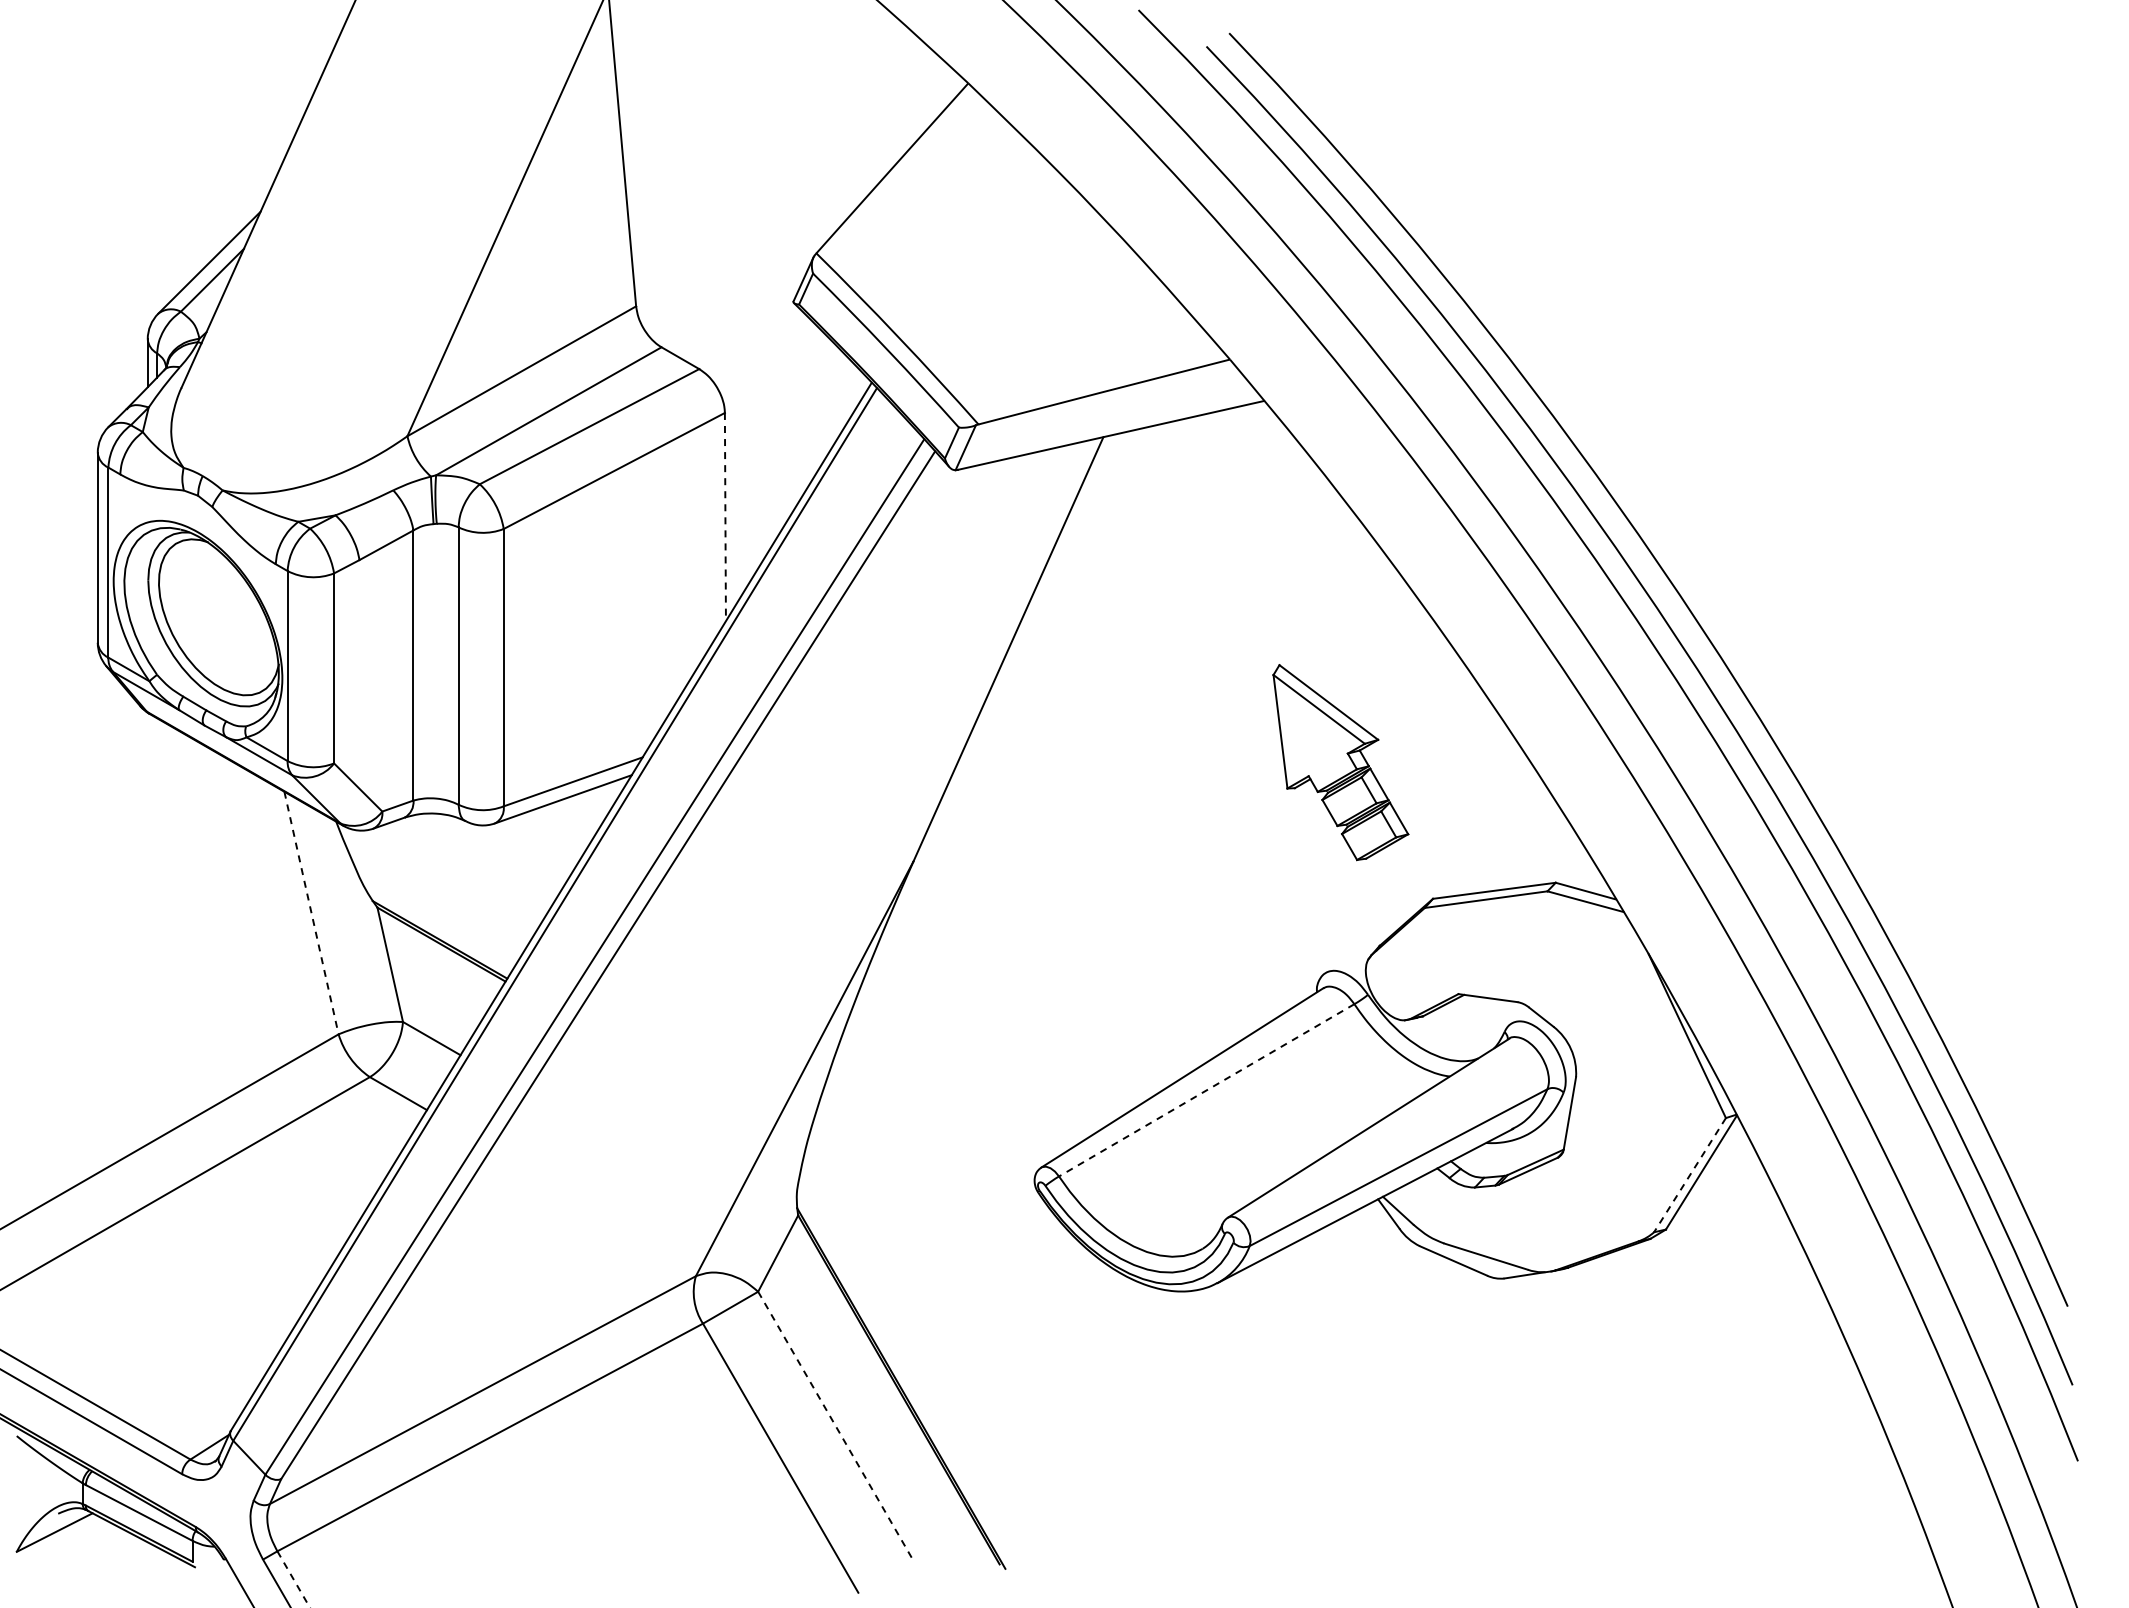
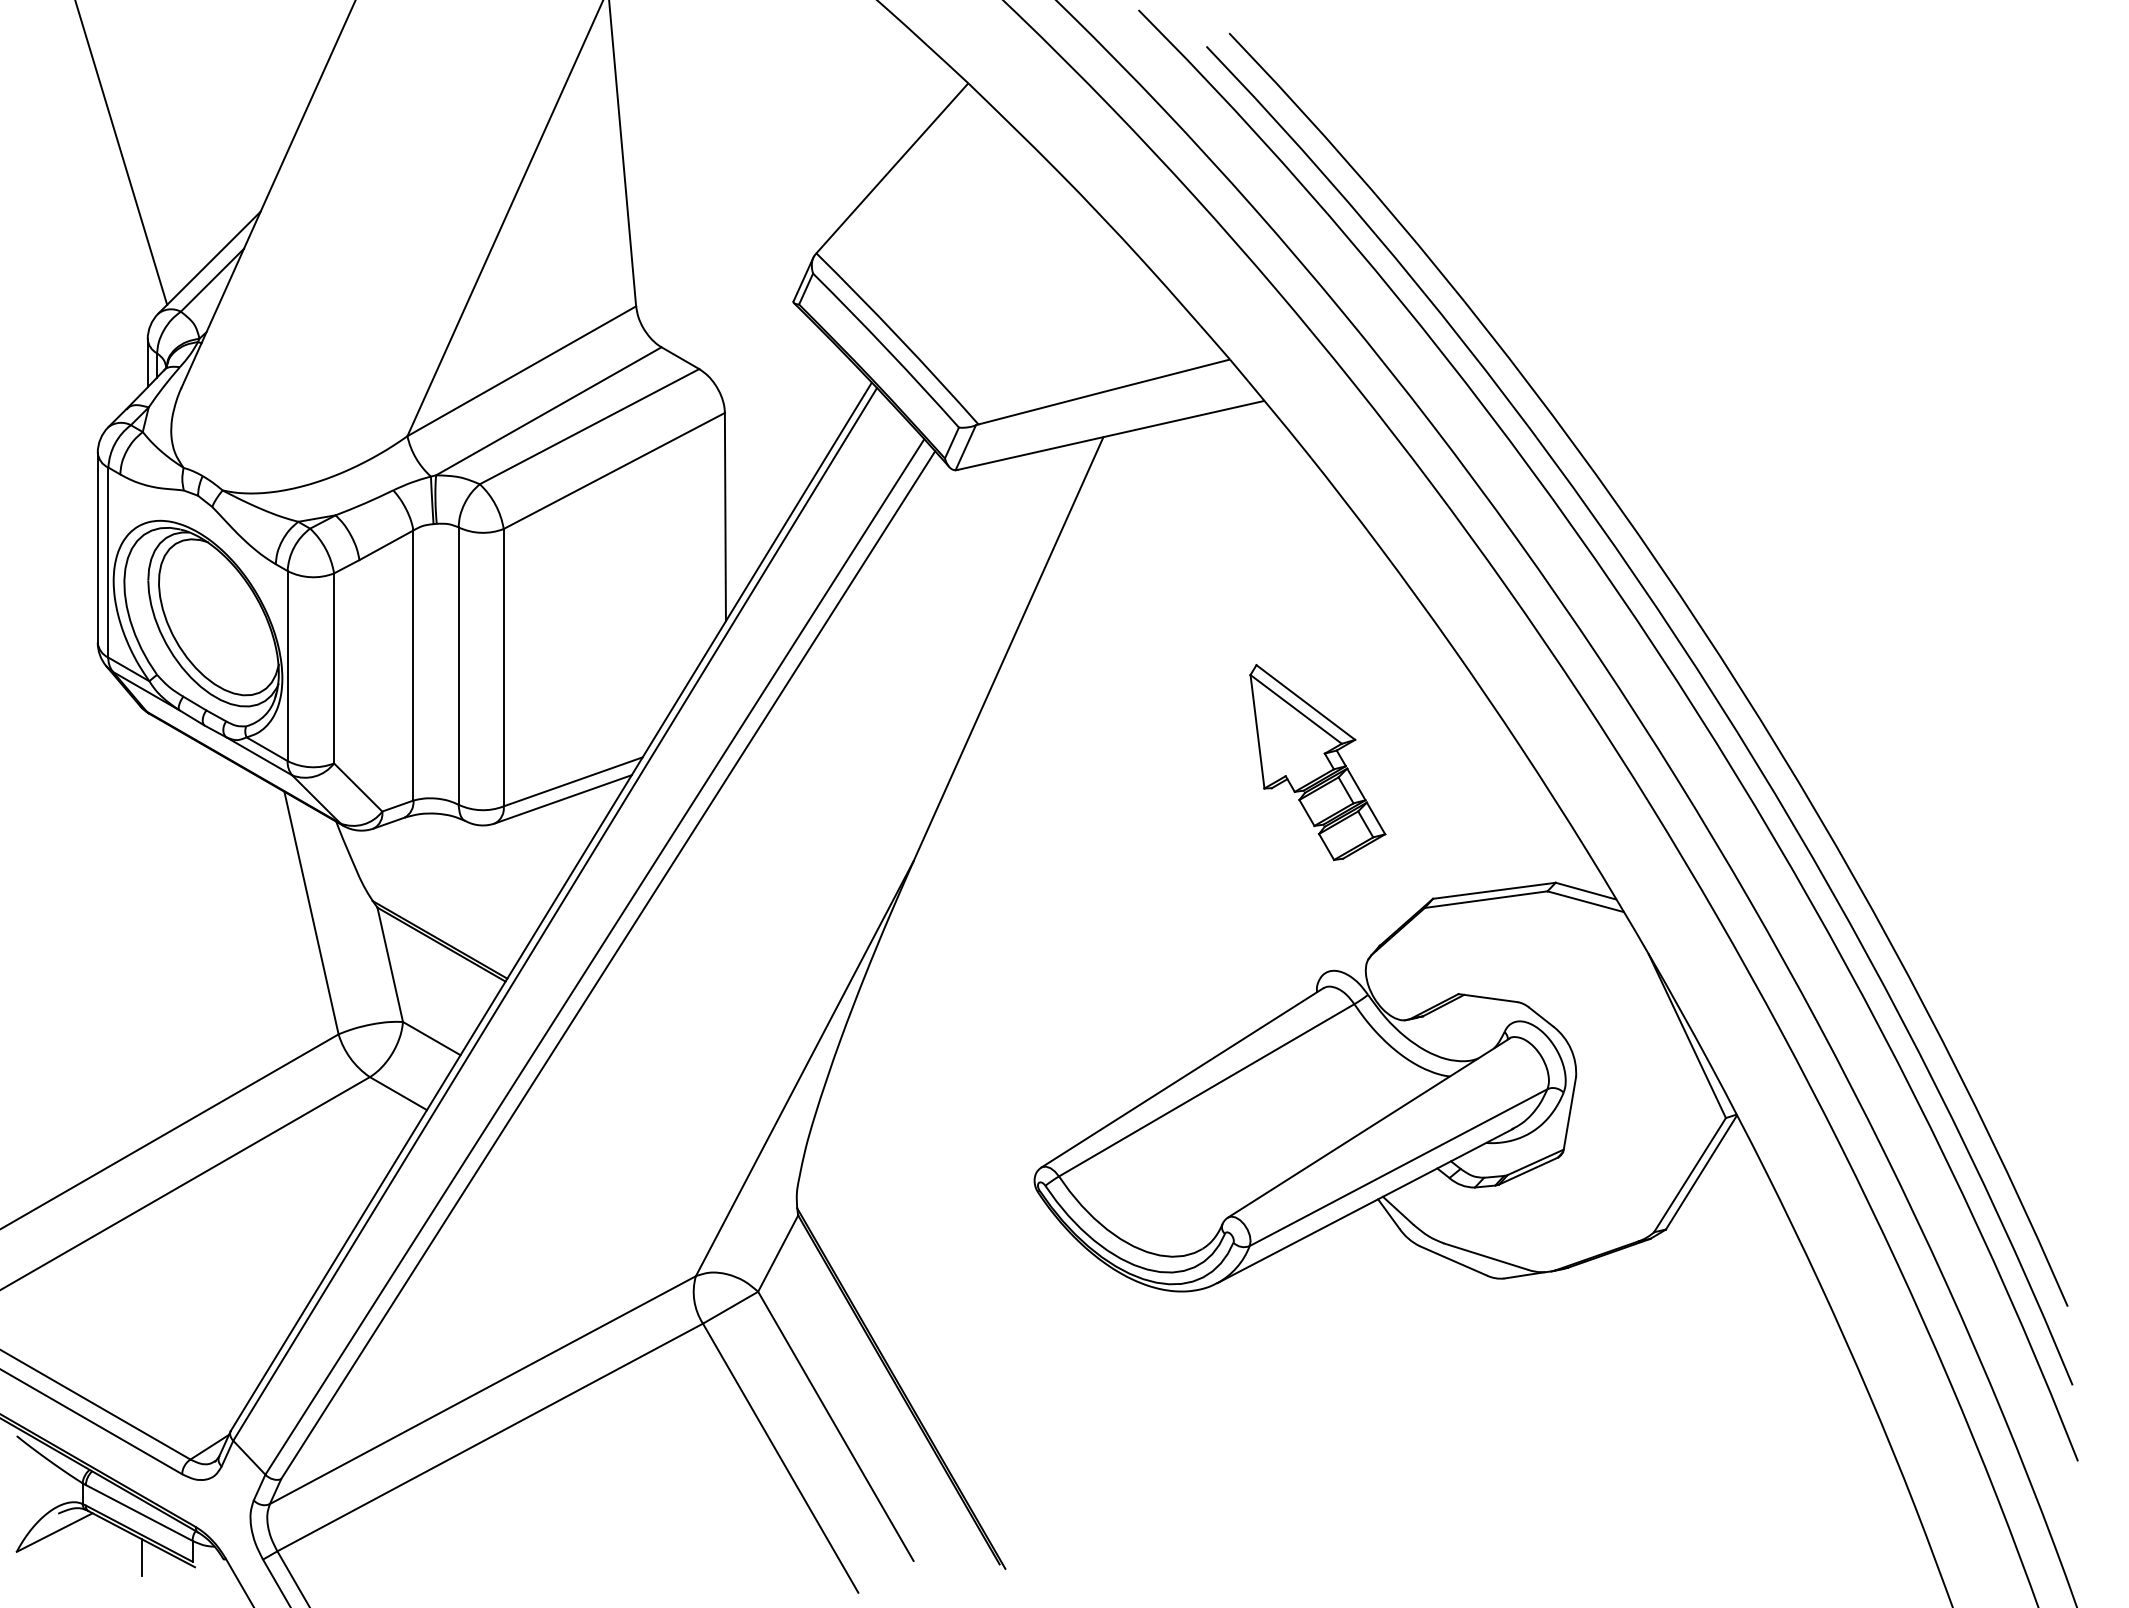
line at (121, 153): none -> present
line at (725, 517): dashed -> solid
part at (1340, 762) position: (1340, 762) -> (1317, 762)
line at (311, 913): dashed -> solid
line at (1206, 1090): dashed -> solid
line at (1689, 1175): dashed -> solid
line at (836, 1426): dashed -> solid
line at (141, 1557): none -> present
line at (293, 1579): dashed -> solid
